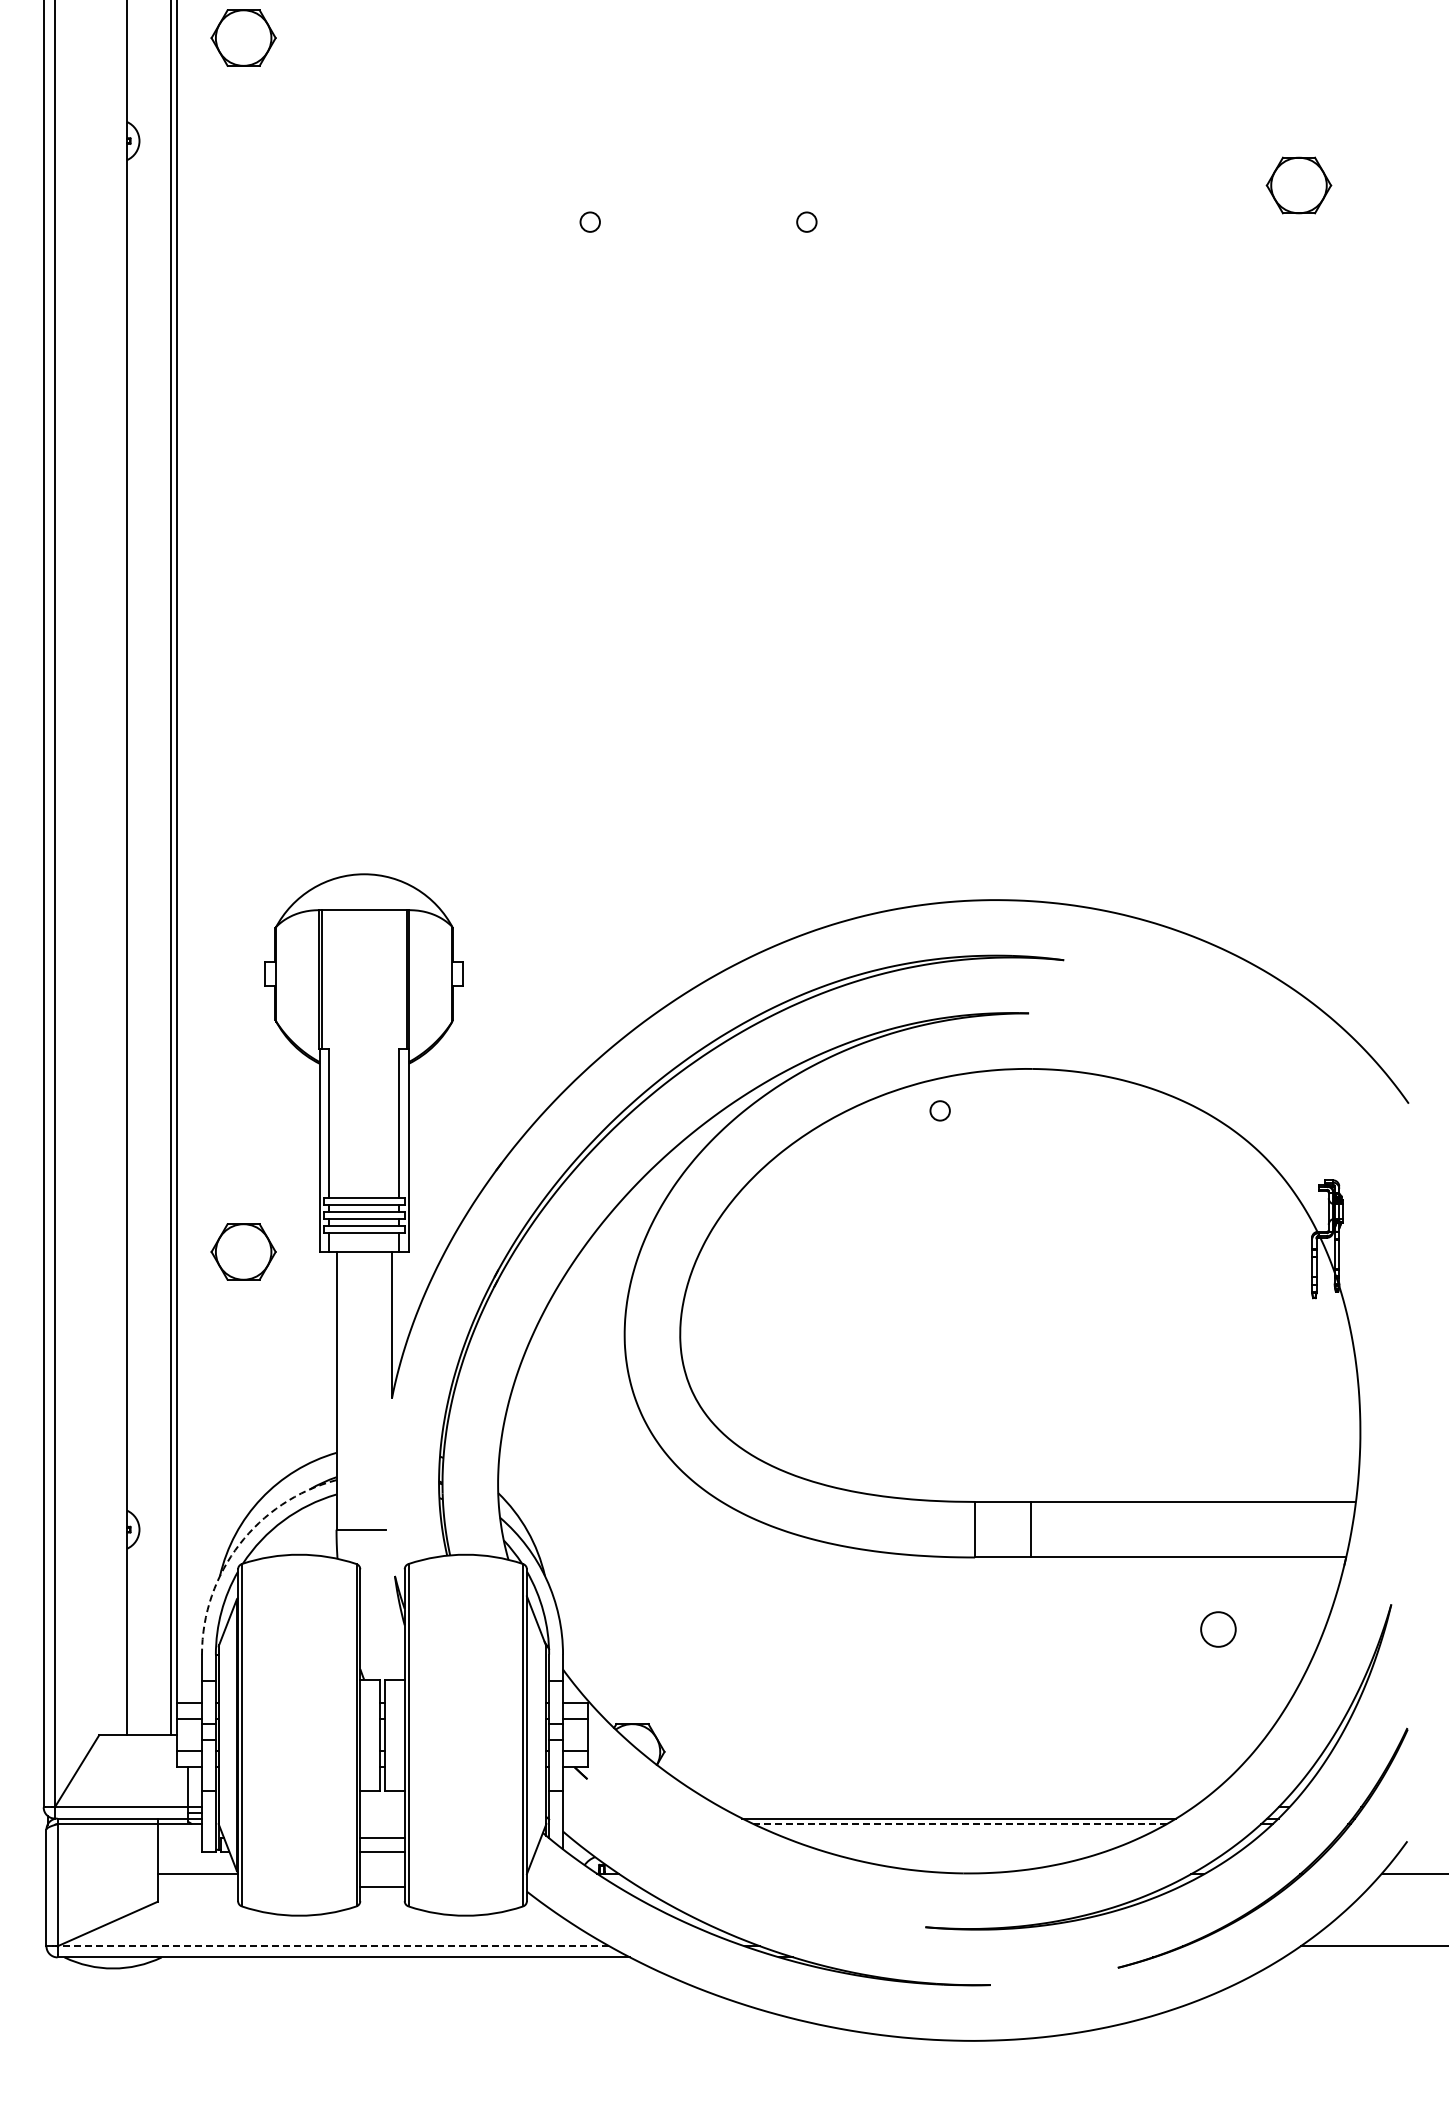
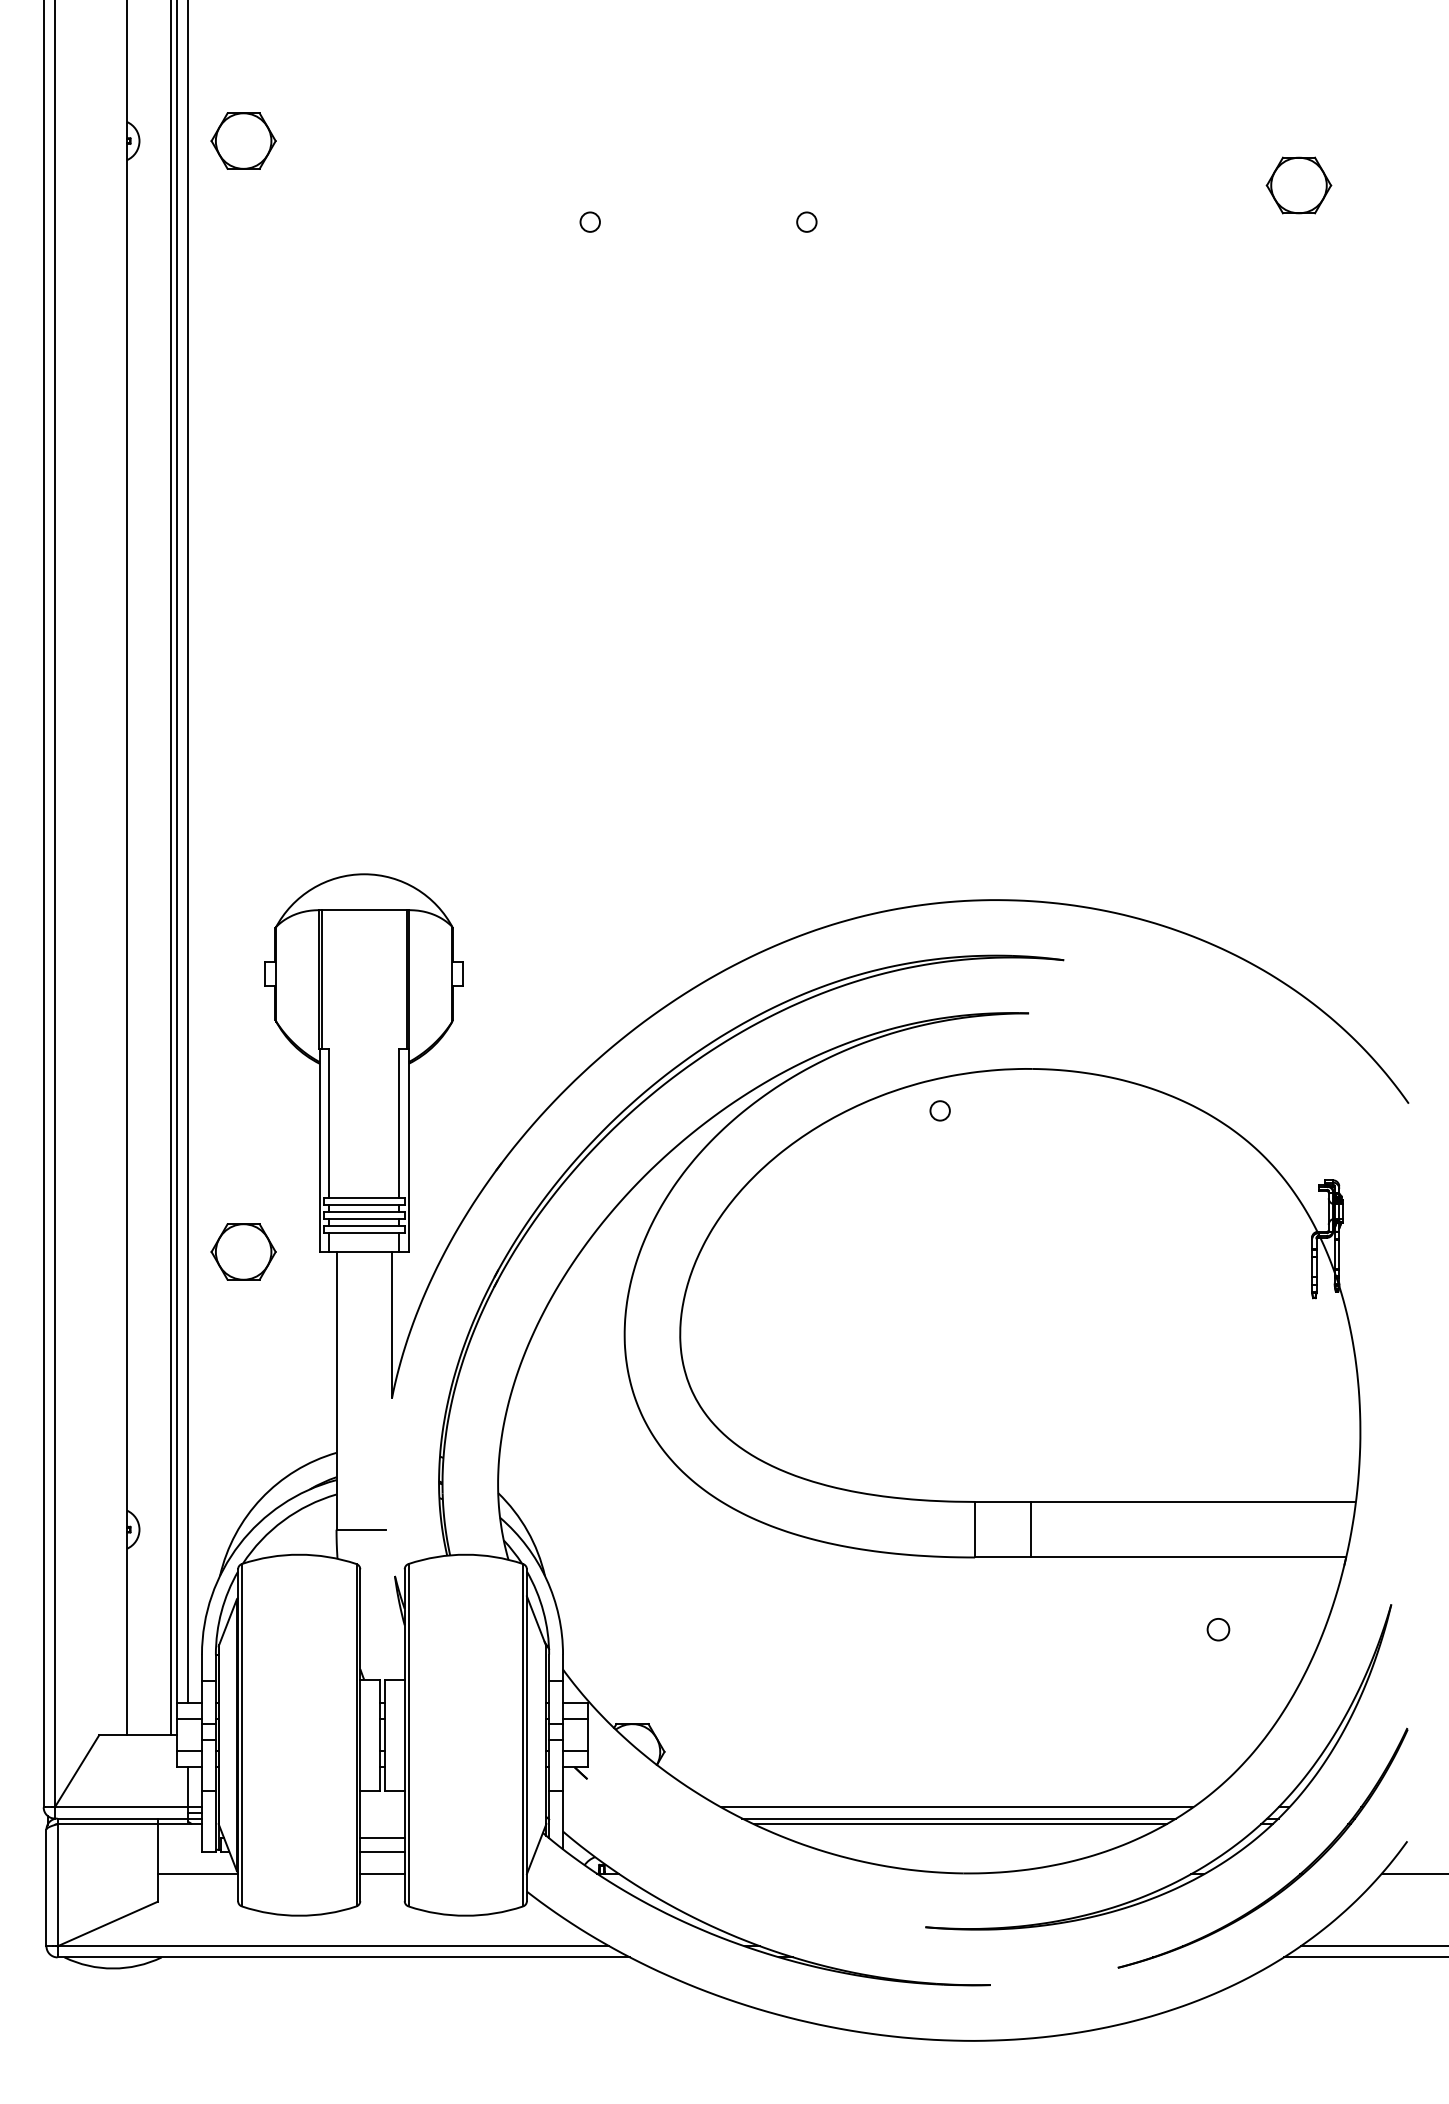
part at (243, 37) position: (243, 37) -> (243, 140)
line at (188, 852): none -> present
arc at (239, 1544): dashed -> solid
circle at (1218, 1629) size: 37x37 px -> 25x24 px
line at (957, 1807): none -> present
line at (960, 1824): dashed -> solid
line at (382, 1887) position: (382, 1887) -> (382, 1874)
line at (333, 1946): dashed -> solid
line at (1364, 1957): none -> present
